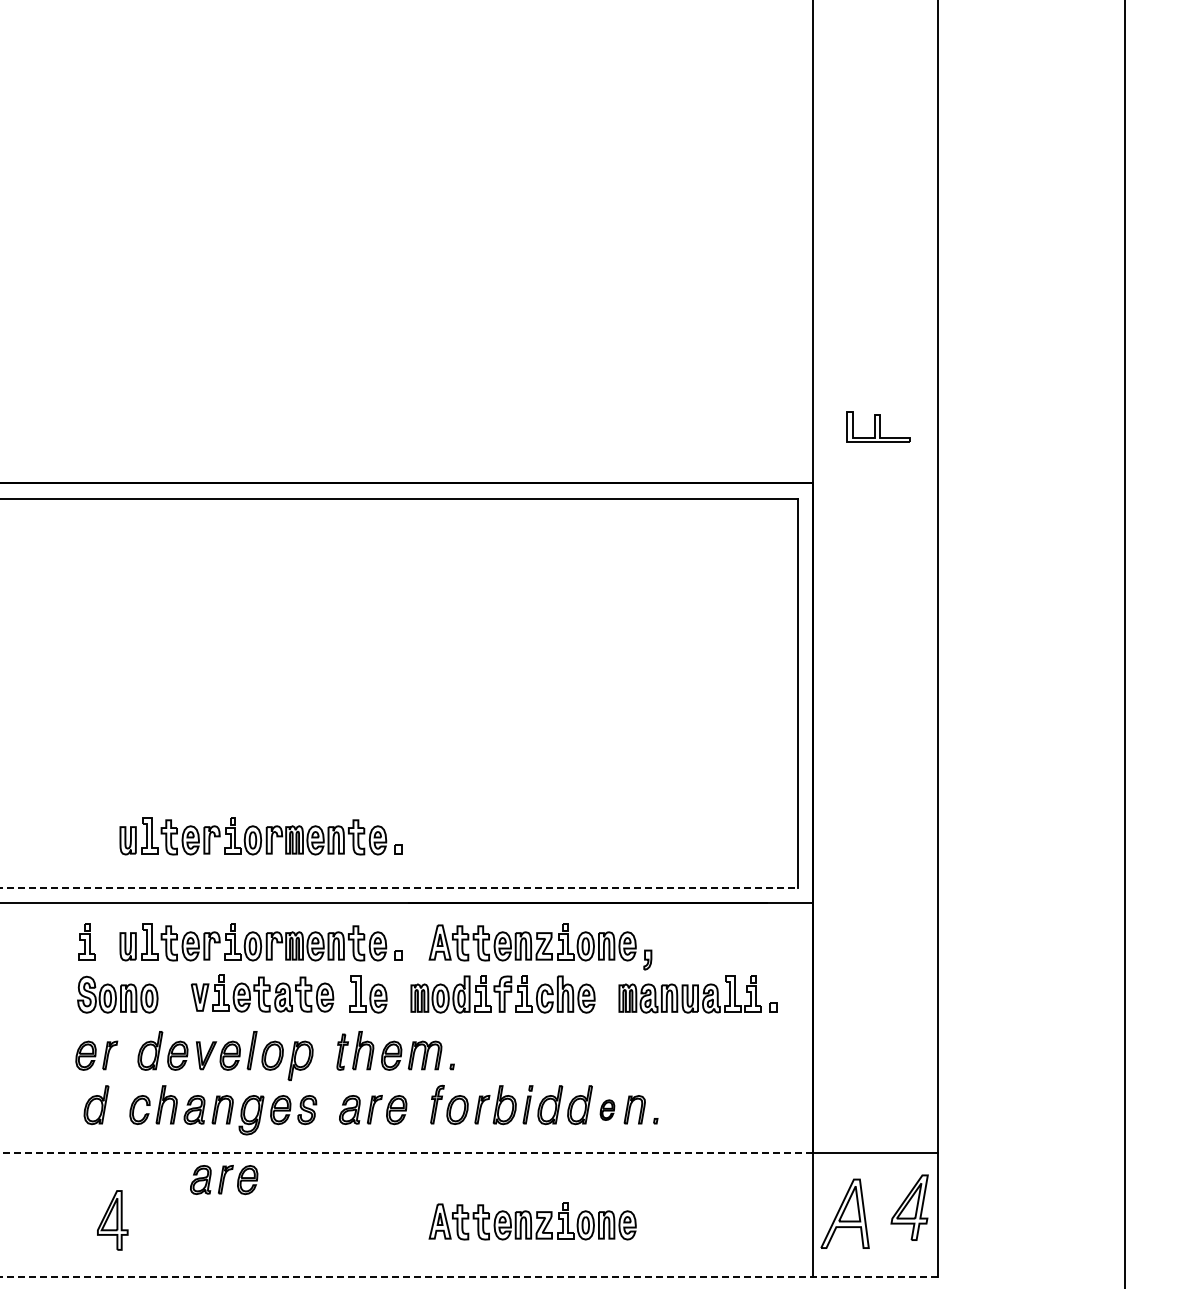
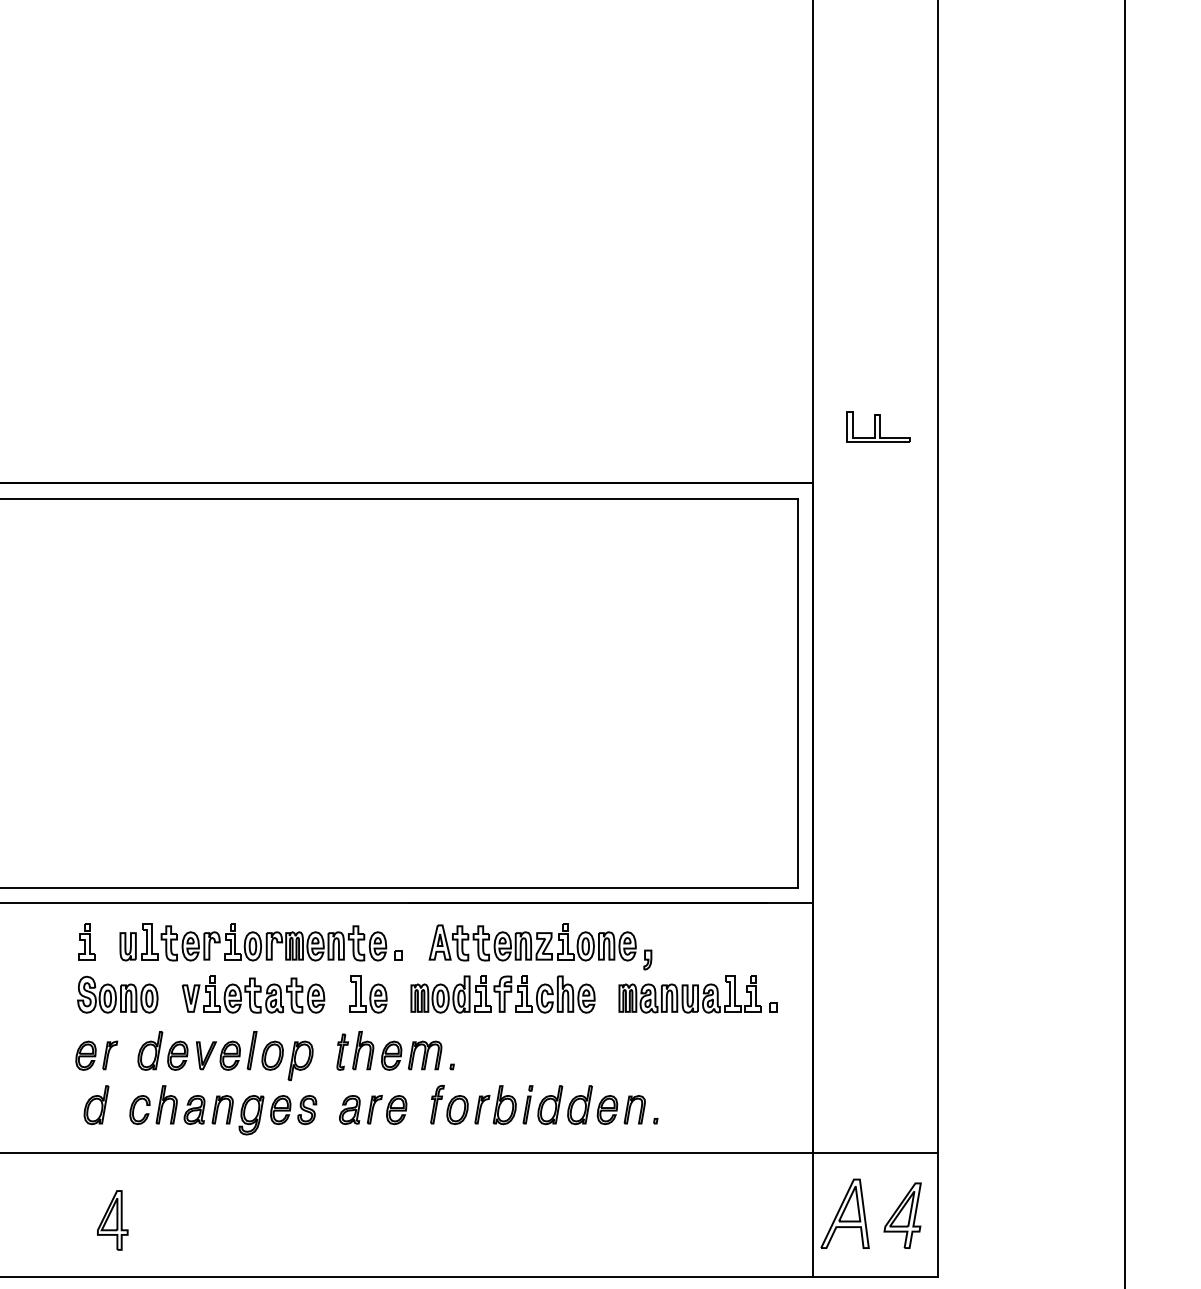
part at (260, 836): present -> none
line at (399, 887): dashed -> solid
part at (262, 993) position: (262, 993) -> (253, 994)
part at (607, 1109) size: 17x22 px -> 23x31 px
line at (407, 1152): dashed -> solid
part at (224, 1180): present -> none
part at (909, 1207) position: (909, 1207) -> (902, 1215)
part at (532, 1221): present -> none
line at (469, 1277): dashed -> solid
